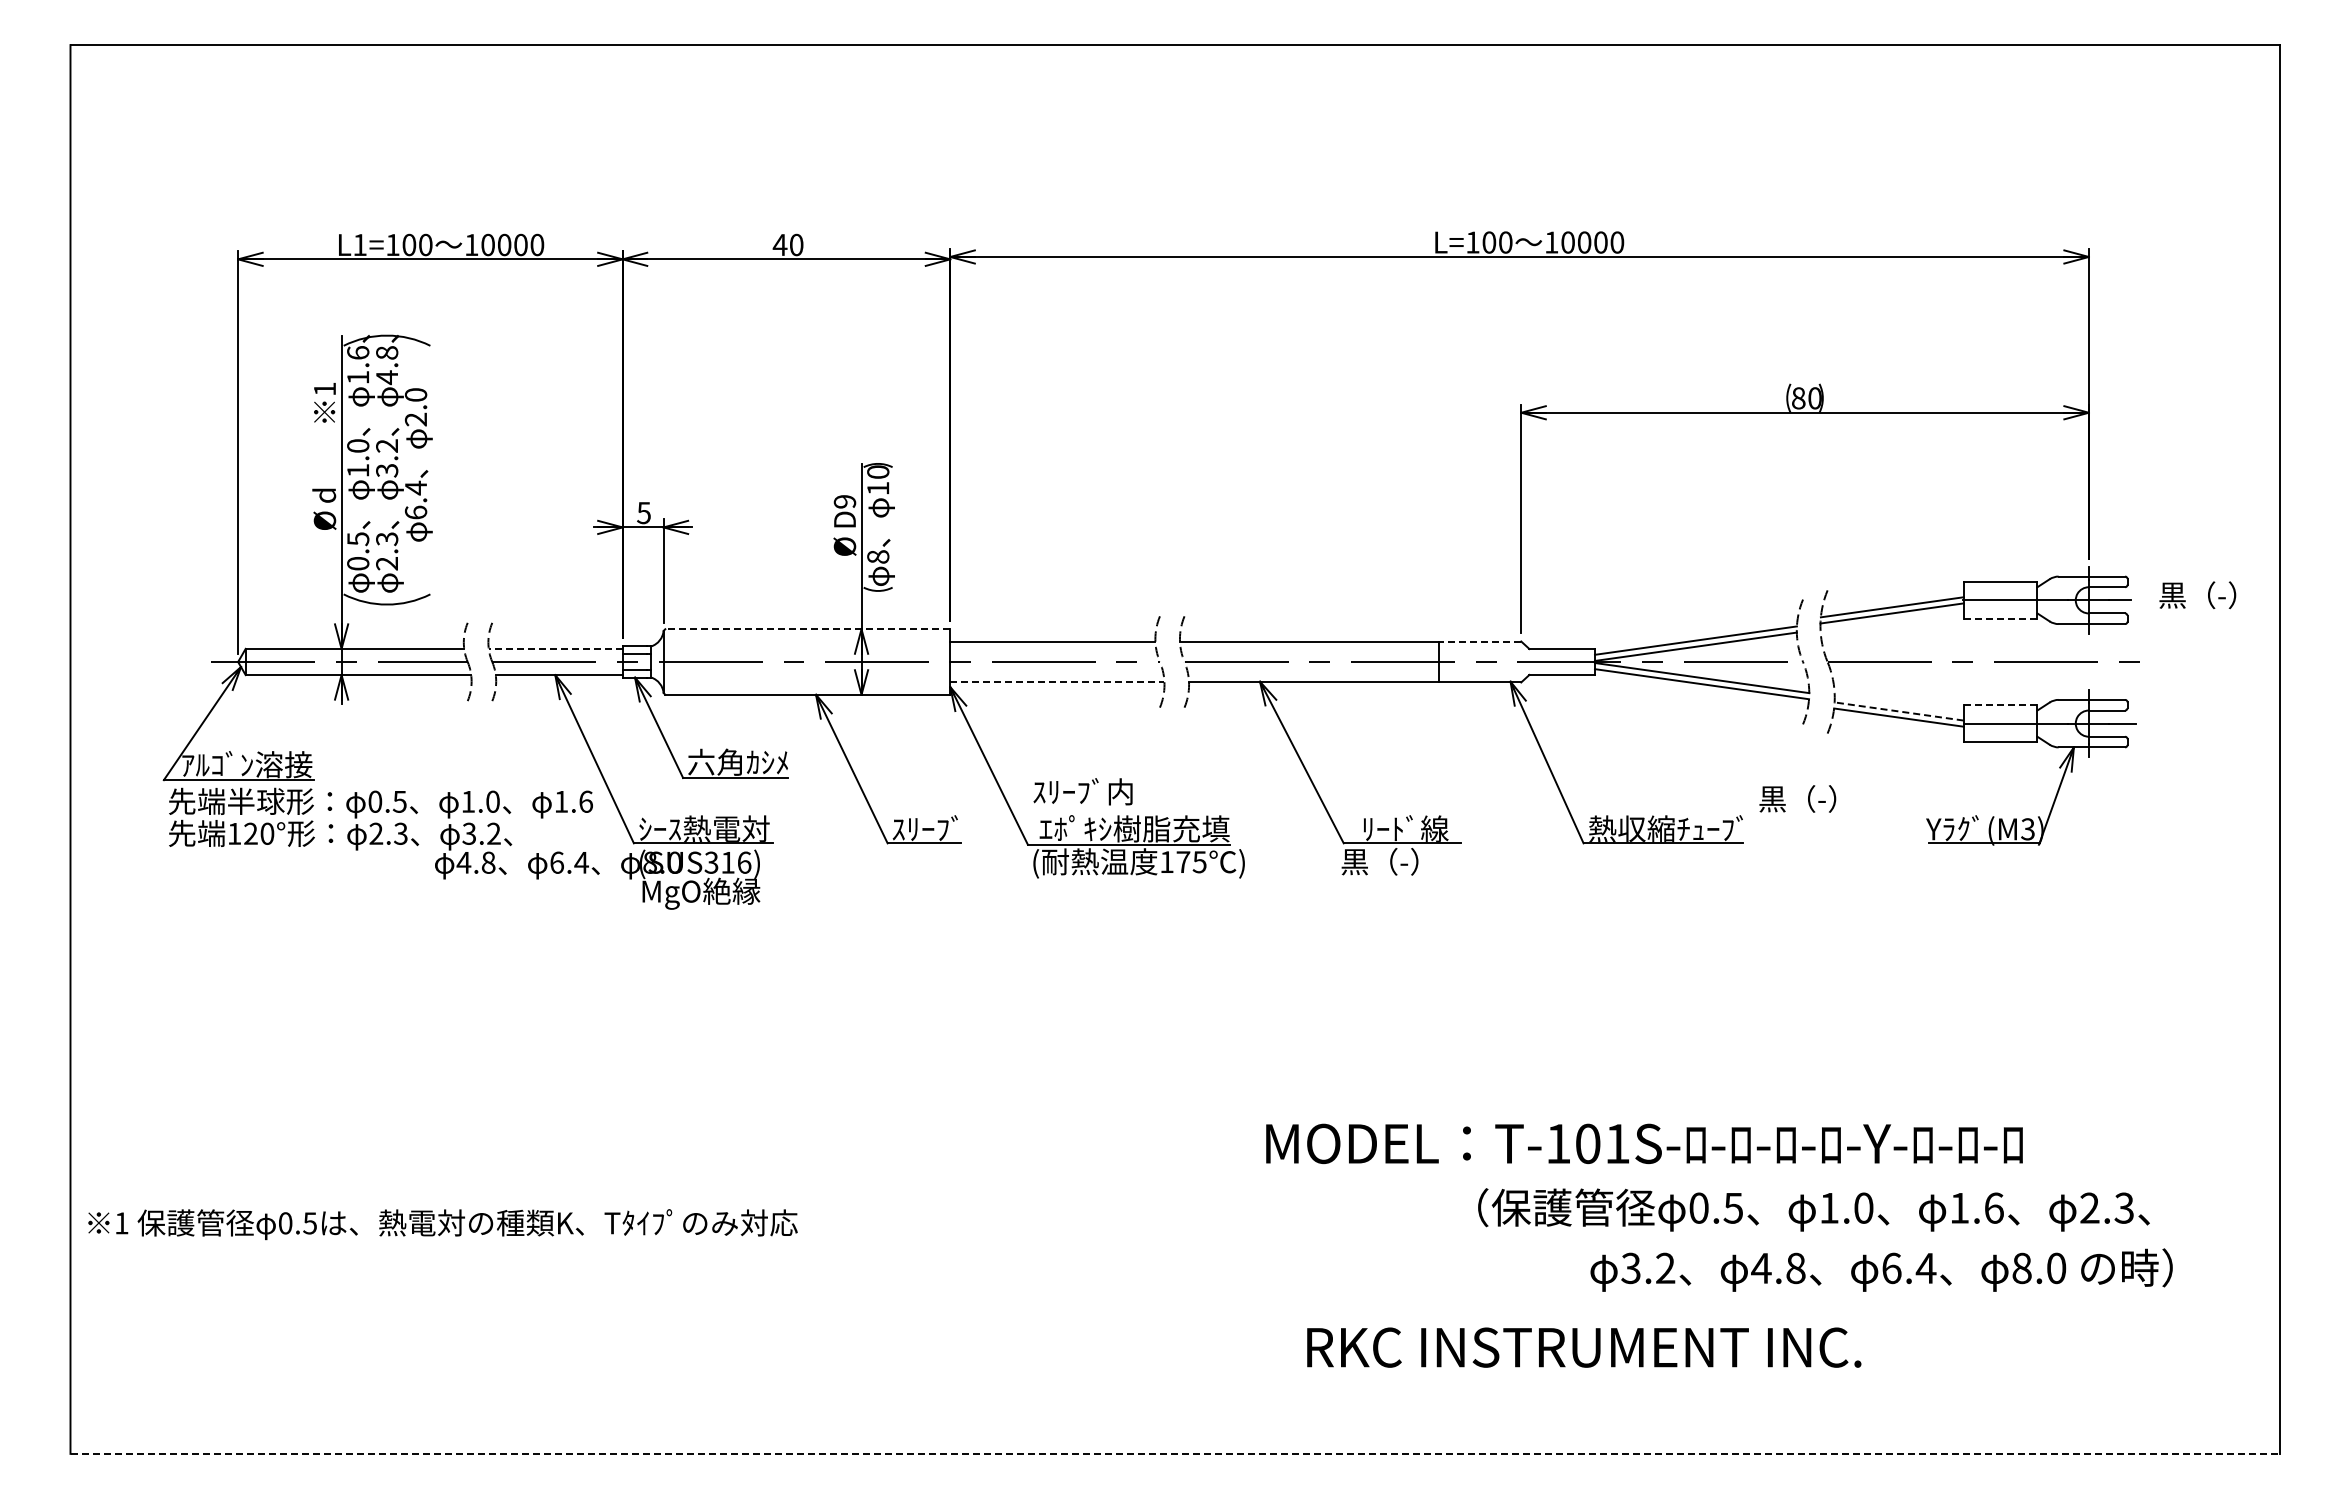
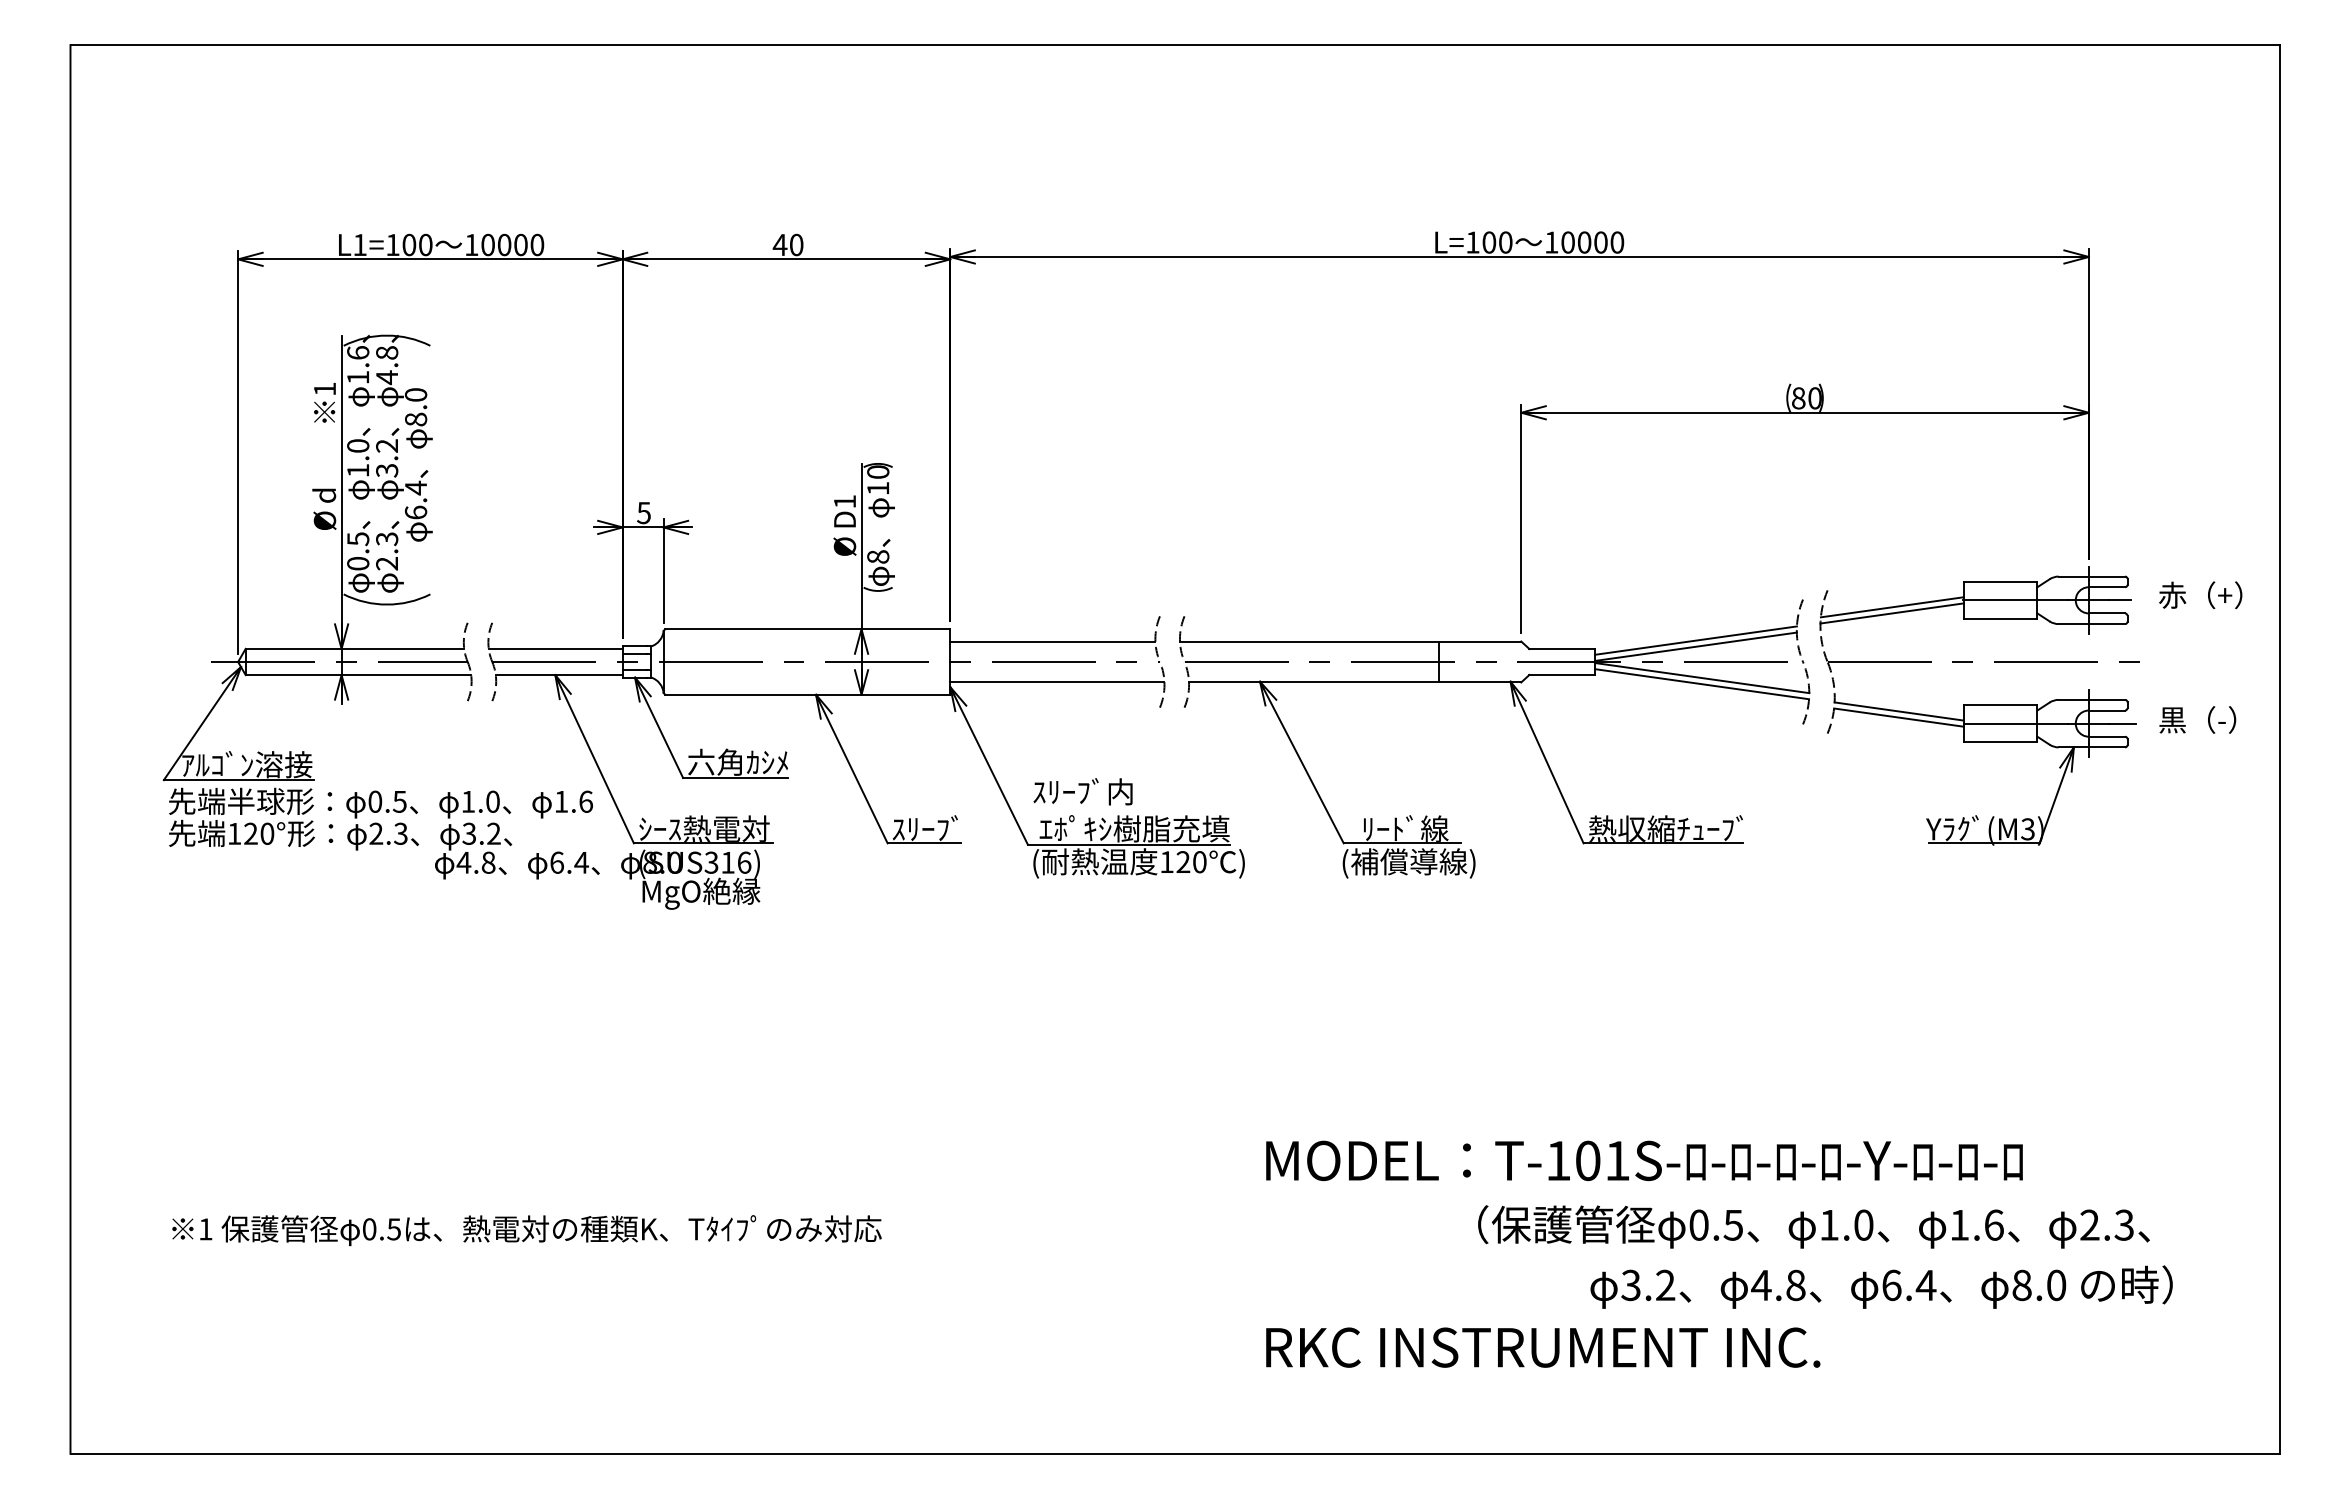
text at (415, 419): 2.0 -> 8.0
text at (844, 501): D9 -> D1
text at (2200, 595): 黒（-） -> 赤（+）
line at (2000, 618): dashed -> solid
line at (807, 629): dashed -> solid
line at (1480, 641): dashed -> solid
line at (555, 648): dashed -> solid
line at (1057, 681): dashed -> solid
line at (2000, 705): dashed -> solid
line at (1898, 711): dashed -> solid
text at (1797, 798) position: (1797, 798) -> (2197, 719)
text at (1191, 862): 175 -> 120
text at (1408, 863): 黒（-） -> (補償導線)
text at (1719, 1207) position: (1719, 1207) -> (1719, 1224)
text at (442, 1224) position: (442, 1224) -> (526, 1230)
text at (1584, 1347) position: (1584, 1347) -> (1543, 1347)
line at (1175, 1453): dashed -> solid
